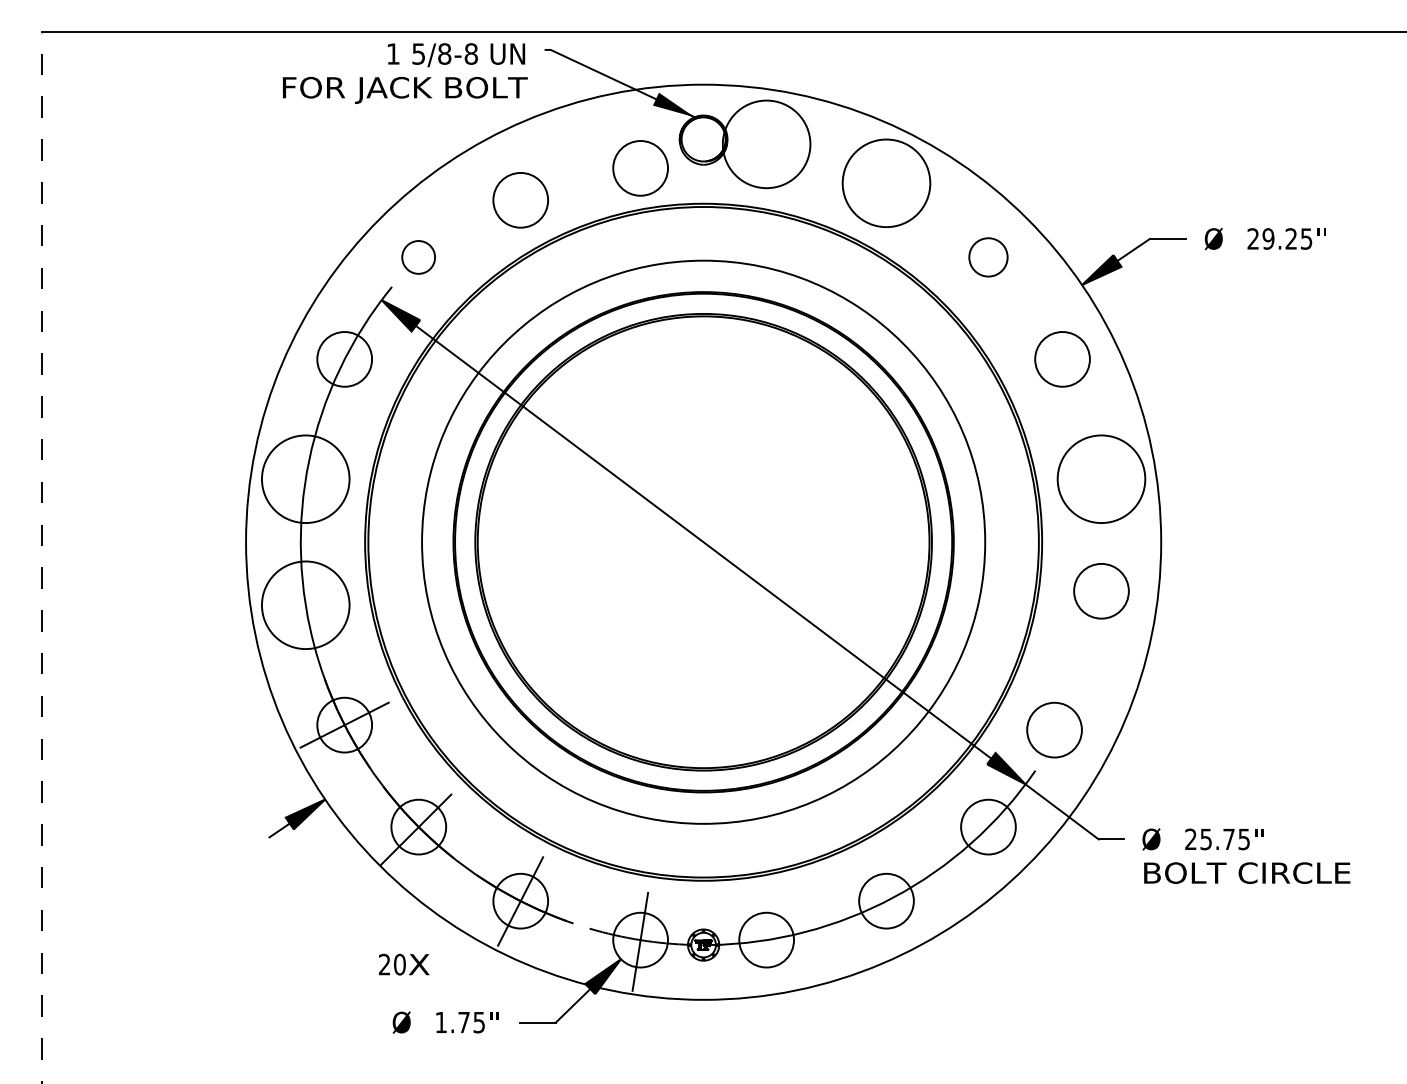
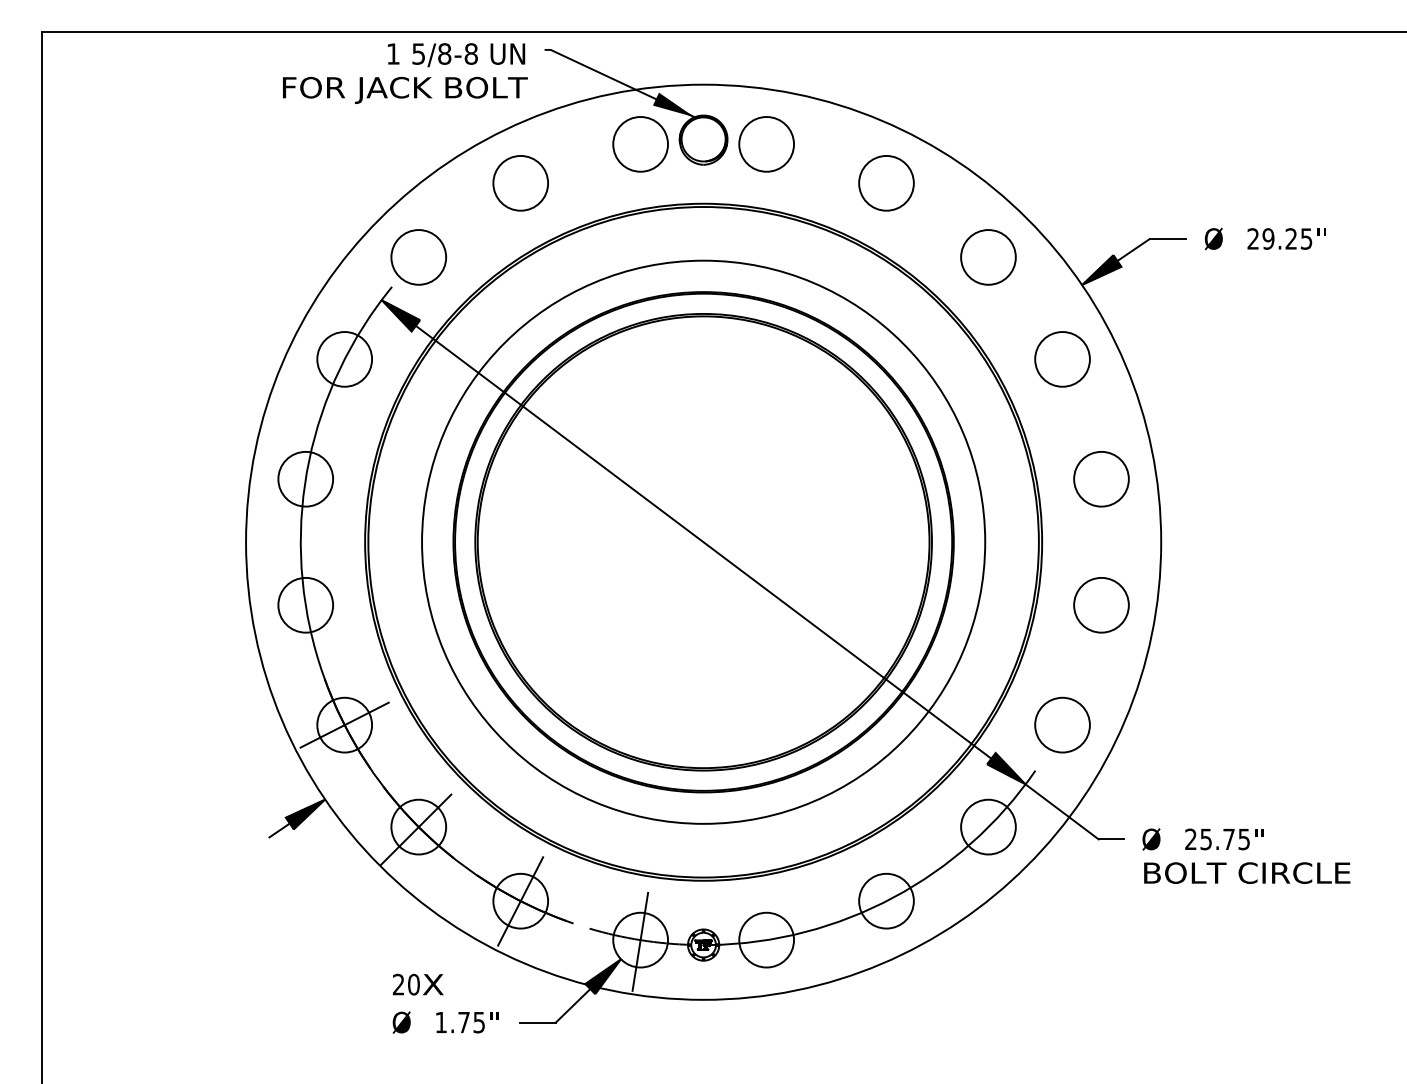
circle at (766, 144) diameter: 88 px -> 55 px
circle at (640, 168) position: (640, 168) -> (640, 144)
circle at (886, 183) diameter: 88 px -> 55 px
circle at (520, 200) position: (520, 200) -> (520, 183)
circle at (418, 257) size: 35x35 px -> 57x57 px
circle at (988, 257) diameter: 38 px -> 55 px
circle at (305, 479) diameter: 88 px -> 55 px
circle at (1101, 479) diameter: 88 px -> 55 px
line at (42, 558): dashed -> solid
circle at (1101, 591) position: (1101, 591) -> (1101, 605)
circle at (305, 605) diameter: 88 px -> 55 px
circle at (1054, 729) position: (1054, 729) -> (1062, 724)
text at (404, 964) position: (404, 964) -> (418, 984)
